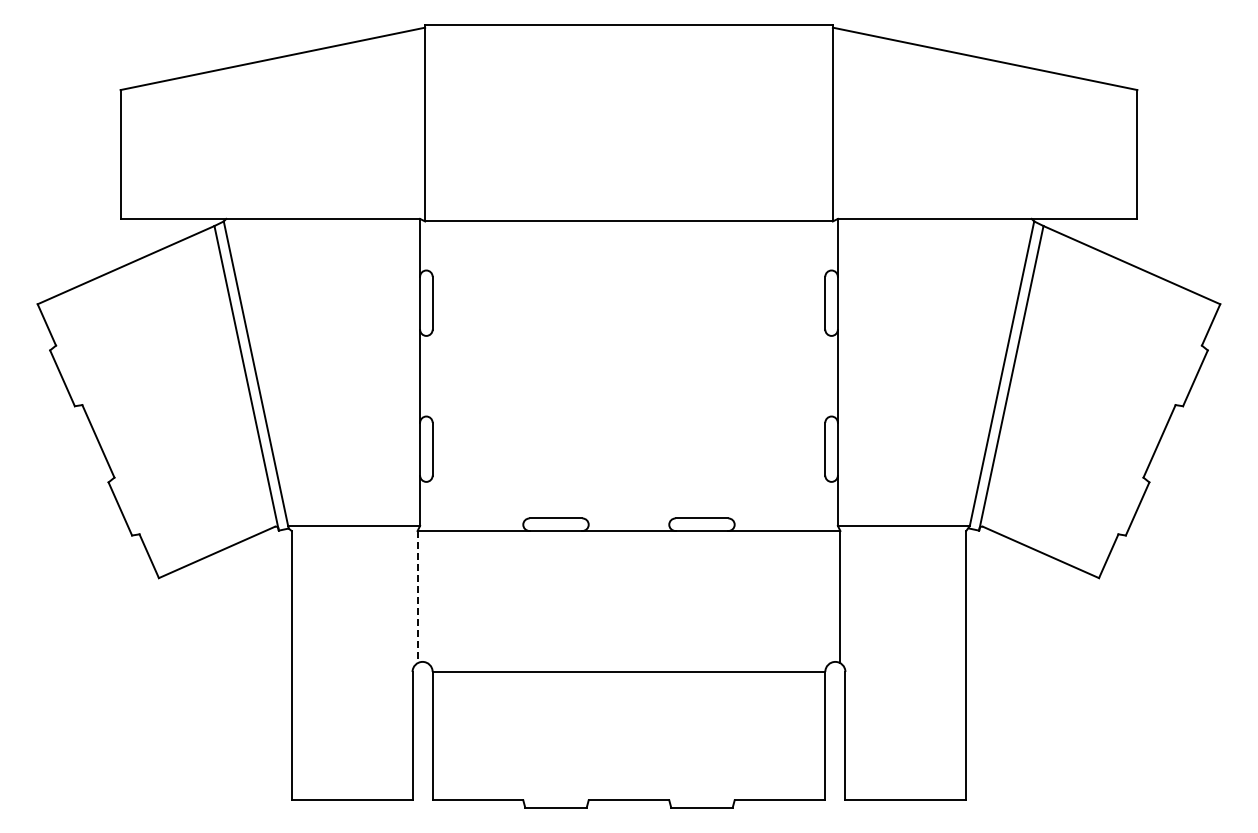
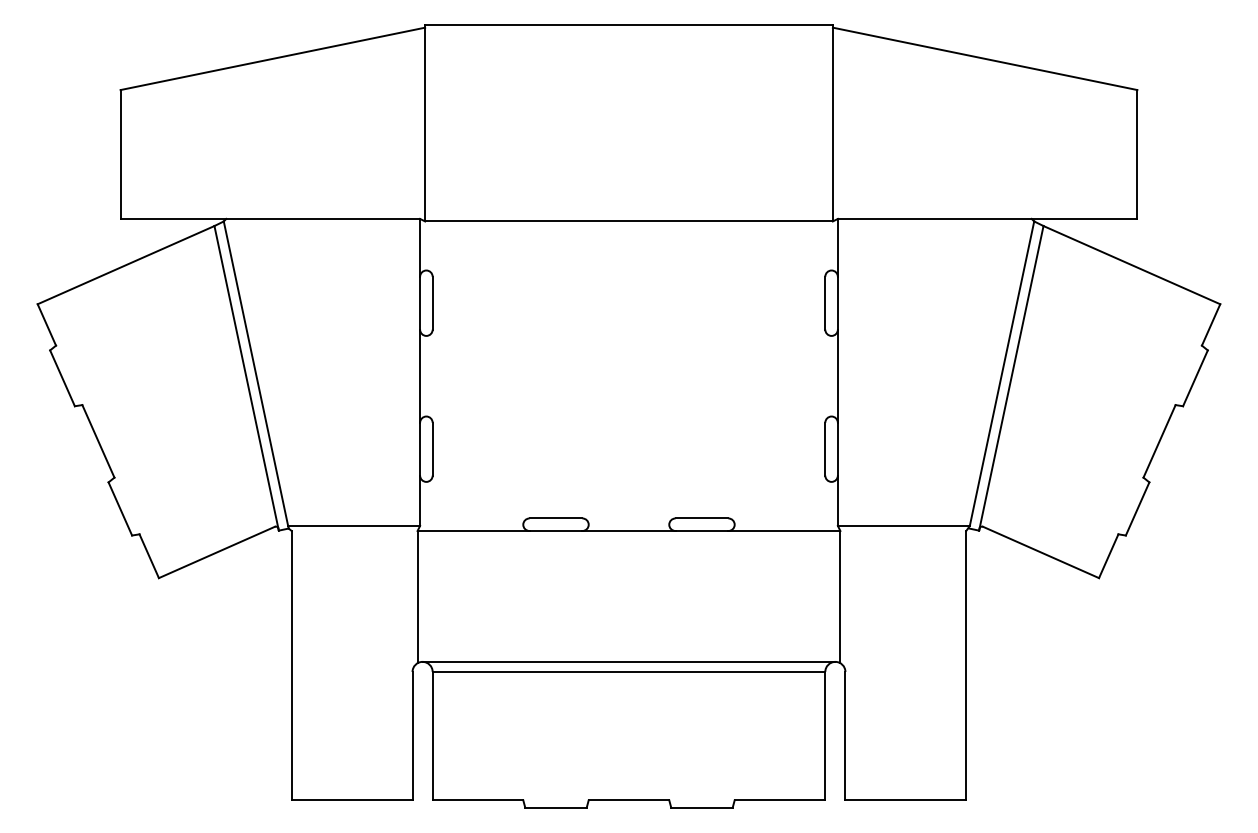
line at (417, 597): dashed -> solid
line at (628, 661): none -> present
